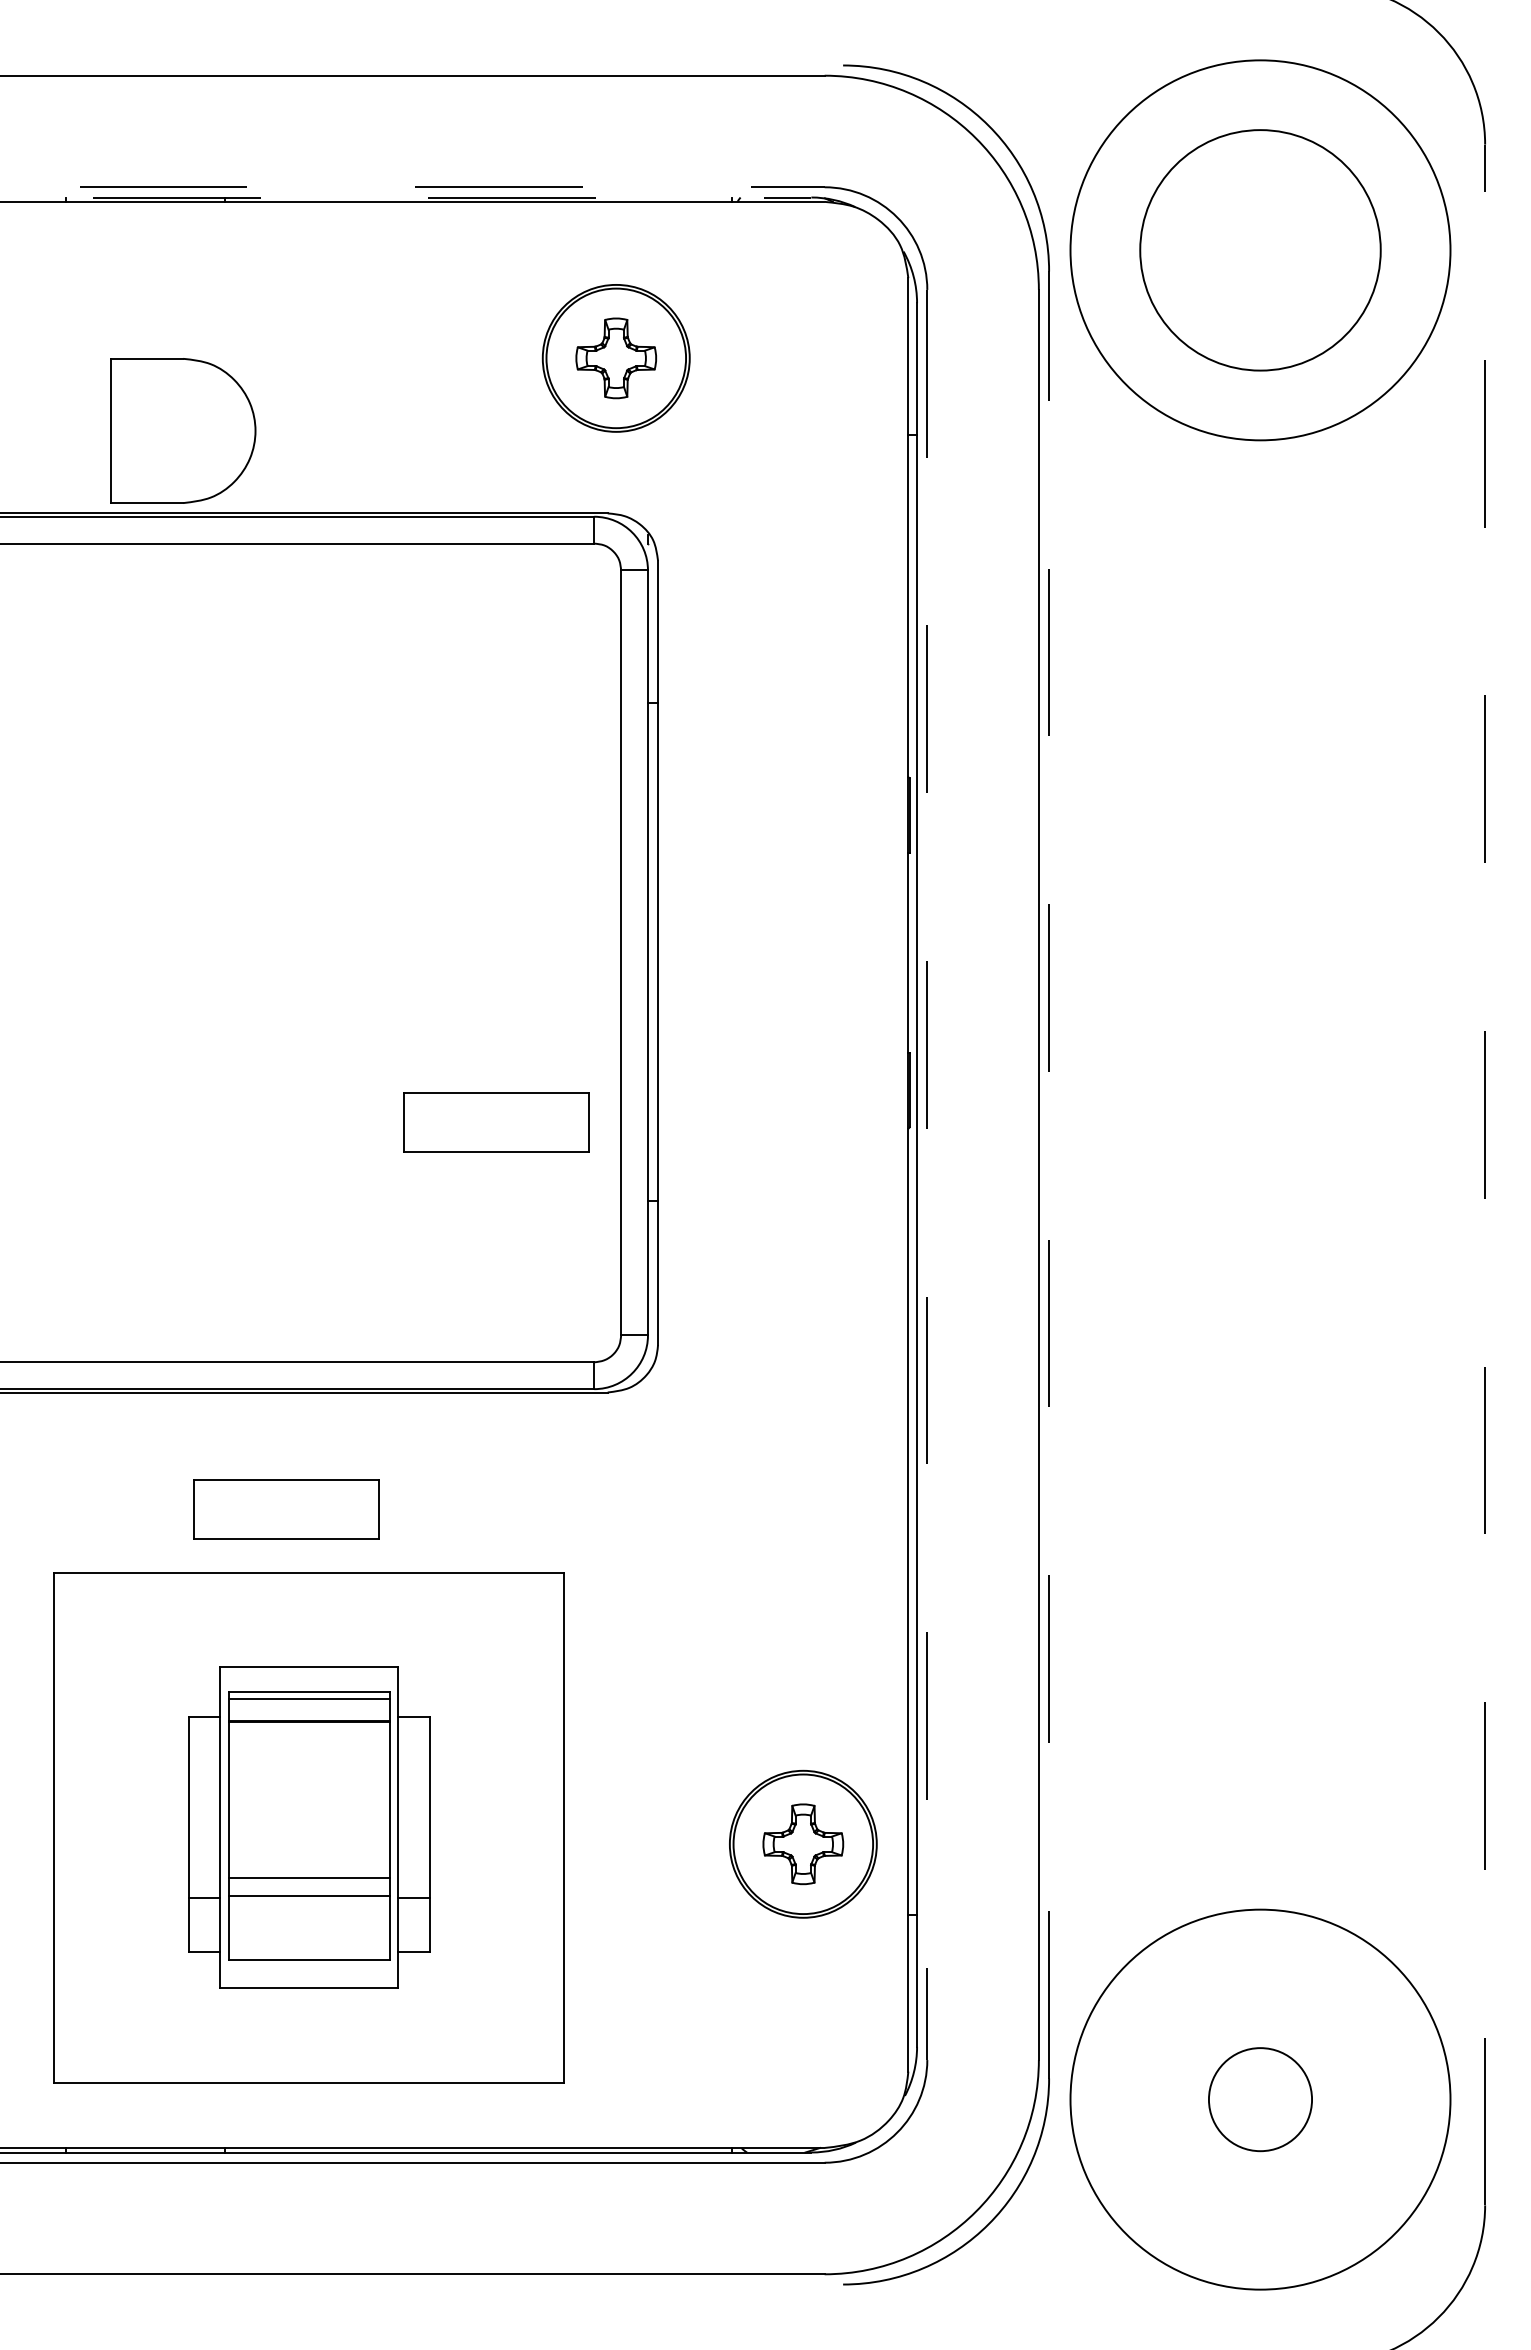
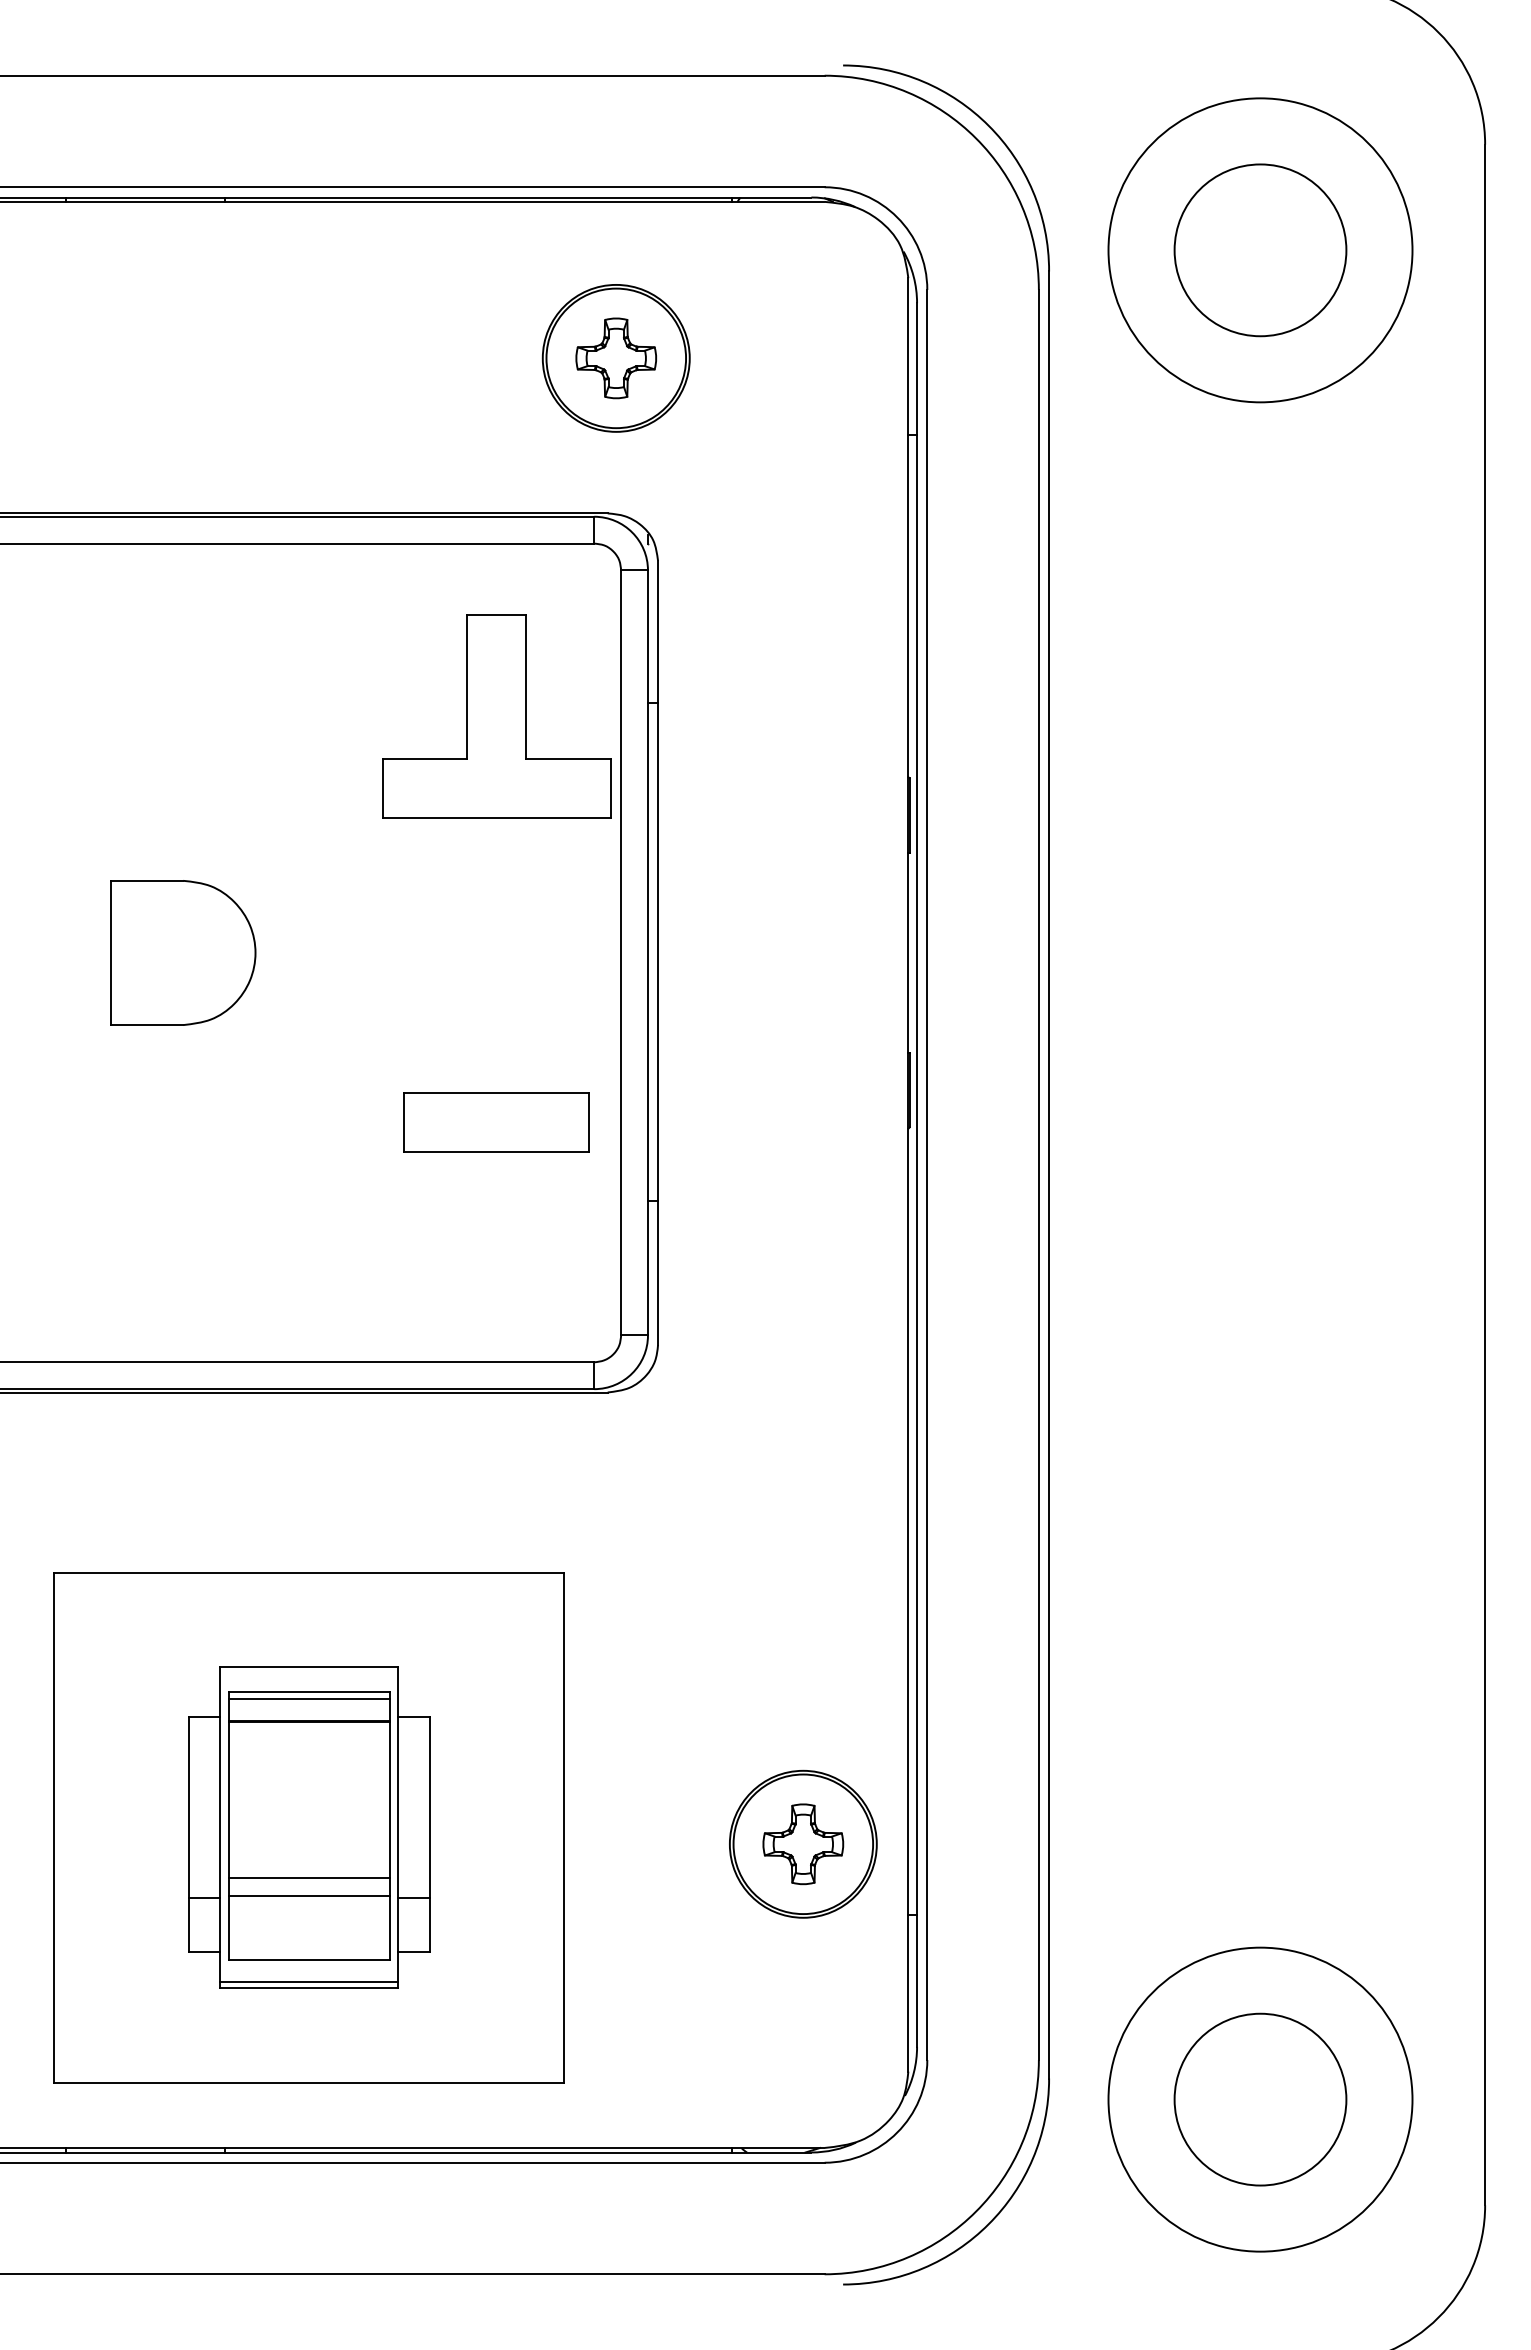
line at (412, 187): dashed -> solid
line at (406, 197): dashed -> solid
circle at (1260, 250) diameter: 241 px -> 172 px
circle at (1260, 250) diameter: 380 px -> 304 px
part at (183, 430) position: (183, 430) -> (183, 952)
part at (496, 716): none -> present
line at (1485, 1174): dashed -> solid
line at (927, 1175): dashed -> solid
line at (1049, 1175): dashed -> solid
part at (286, 1509): present -> none
line at (309, 1982): none -> present
circle at (1260, 2099) diameter: 103 px -> 172 px
circle at (1260, 2099) diameter: 380 px -> 304 px
